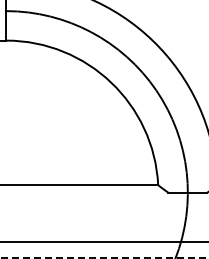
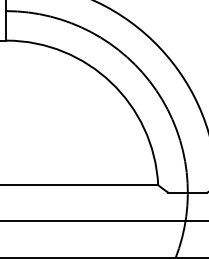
line at (103, 242) position: (103, 242) -> (103, 221)
line at (104, 257): dashed -> solid
